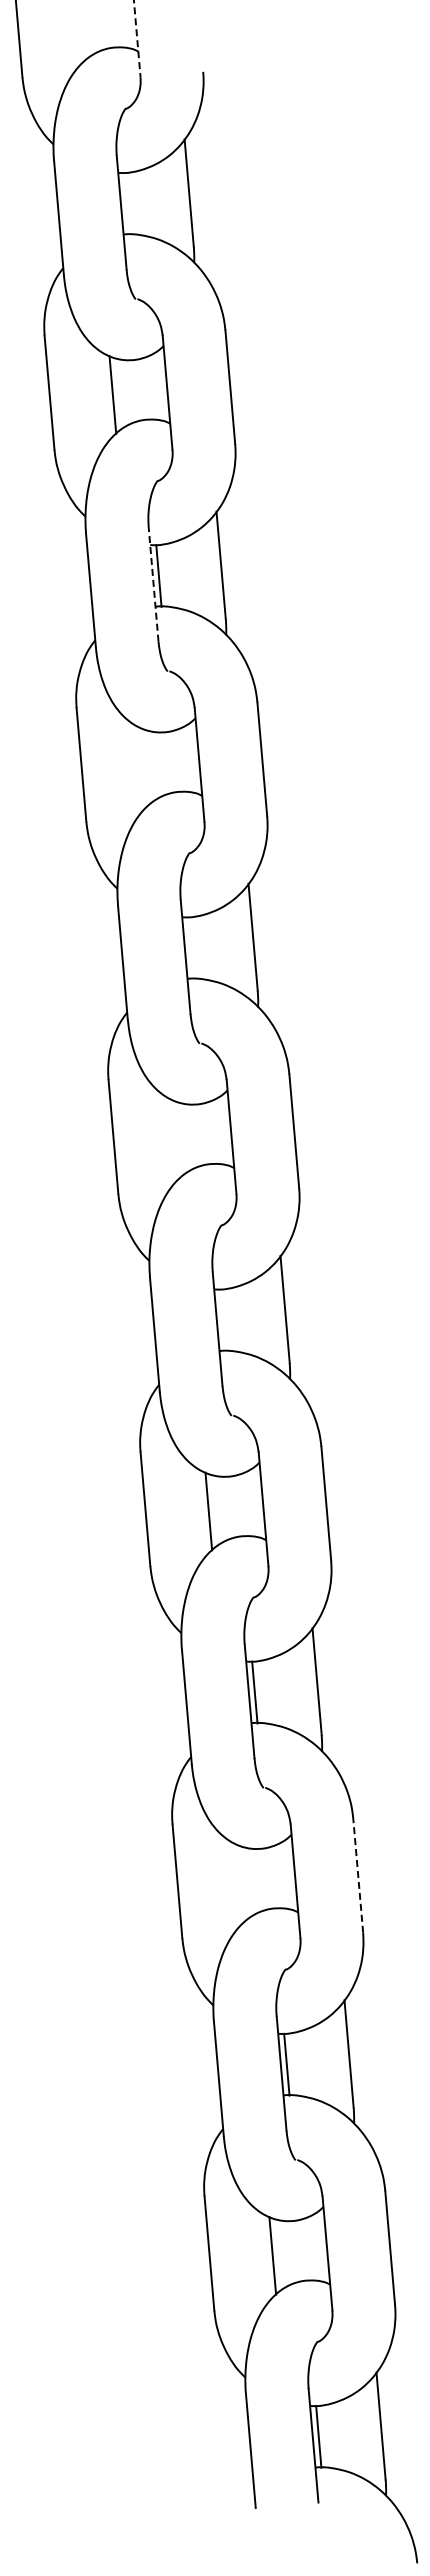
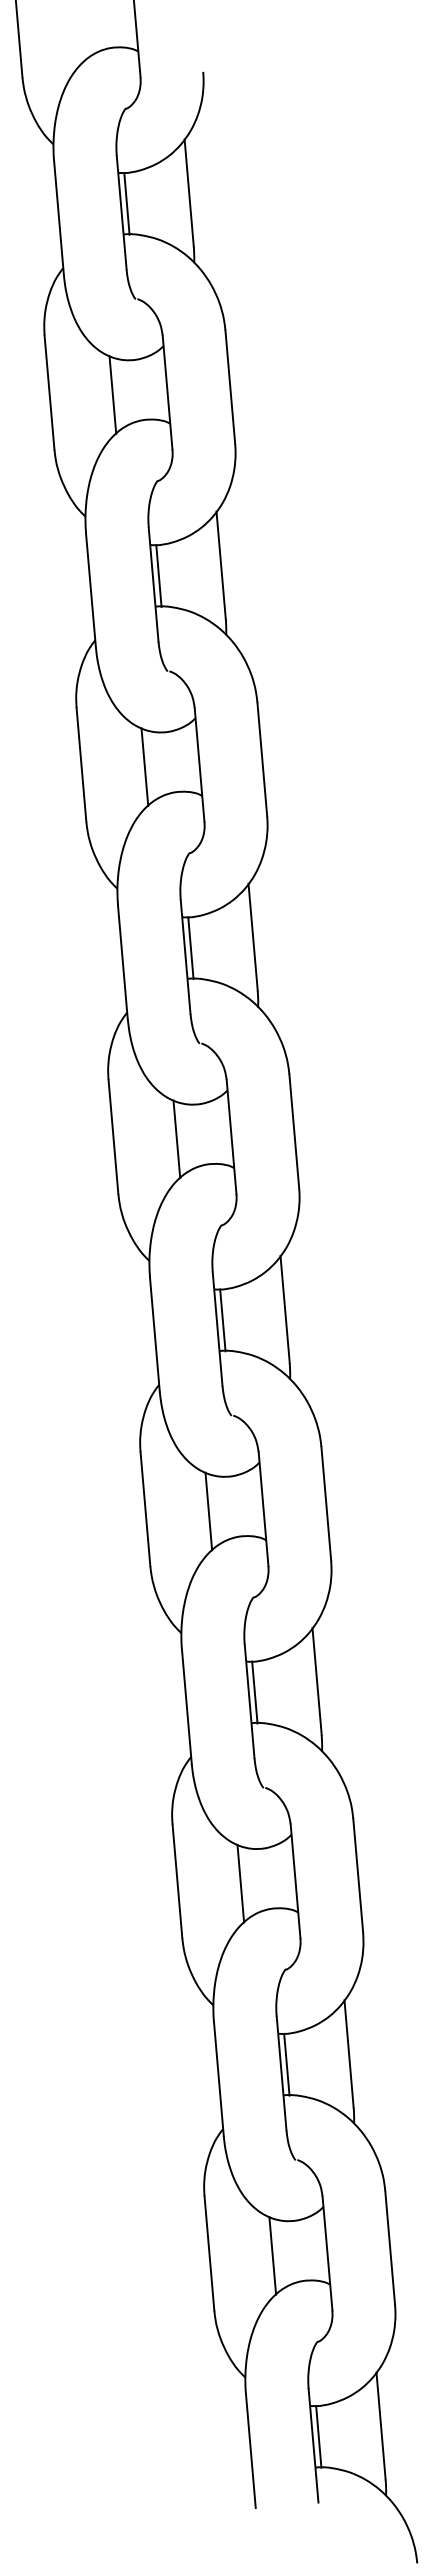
line at (137, 38): dashed -> solid
line at (126, 203): none -> present
line at (153, 584): dashed -> solid
line at (144, 766): none -> present
line at (190, 948): none -> present
line at (176, 1139): none -> present
line at (222, 1320): none -> present
line at (358, 1875): dashed -> solid
line at (240, 1883): none -> present
